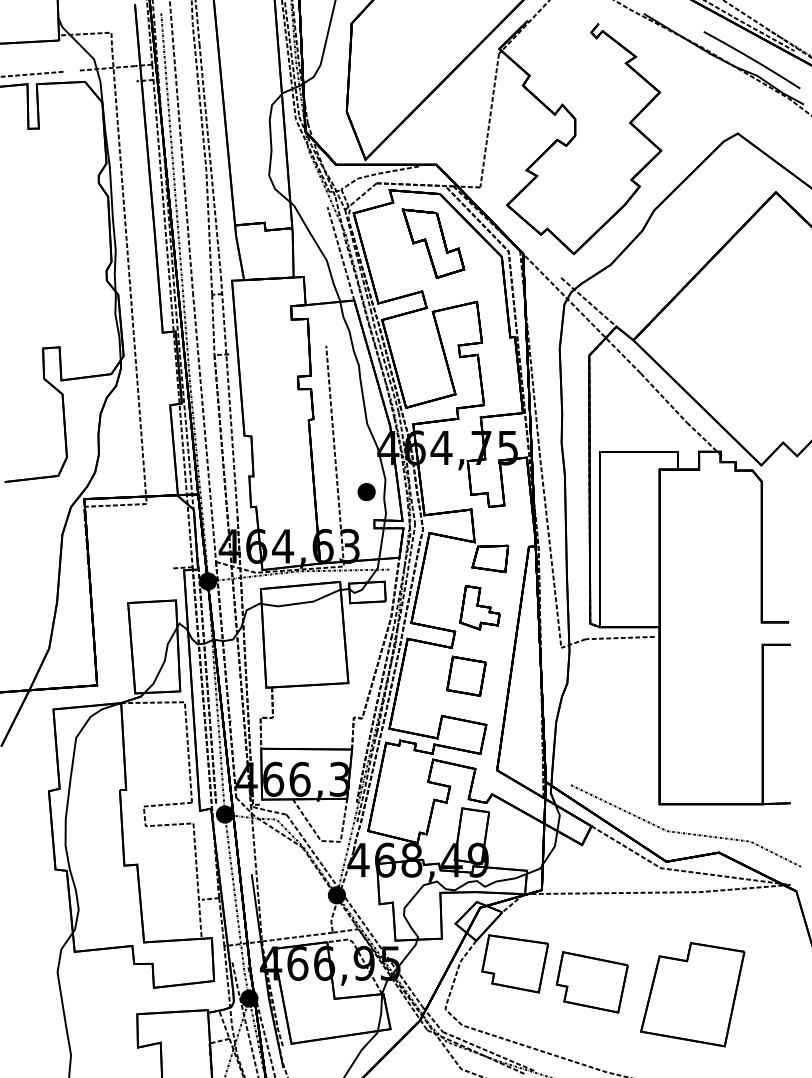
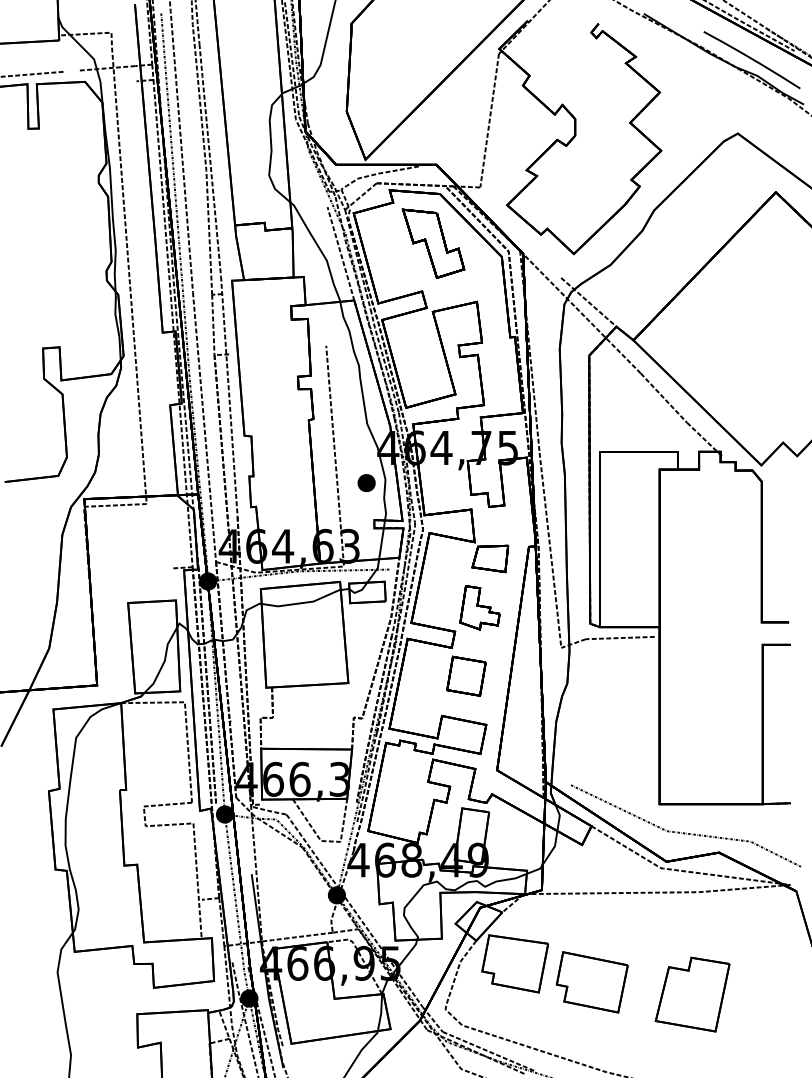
part at (366, 492) position: (366, 492) -> (366, 483)
part at (692, 994) size: 106x106 px -> 77x77 px
